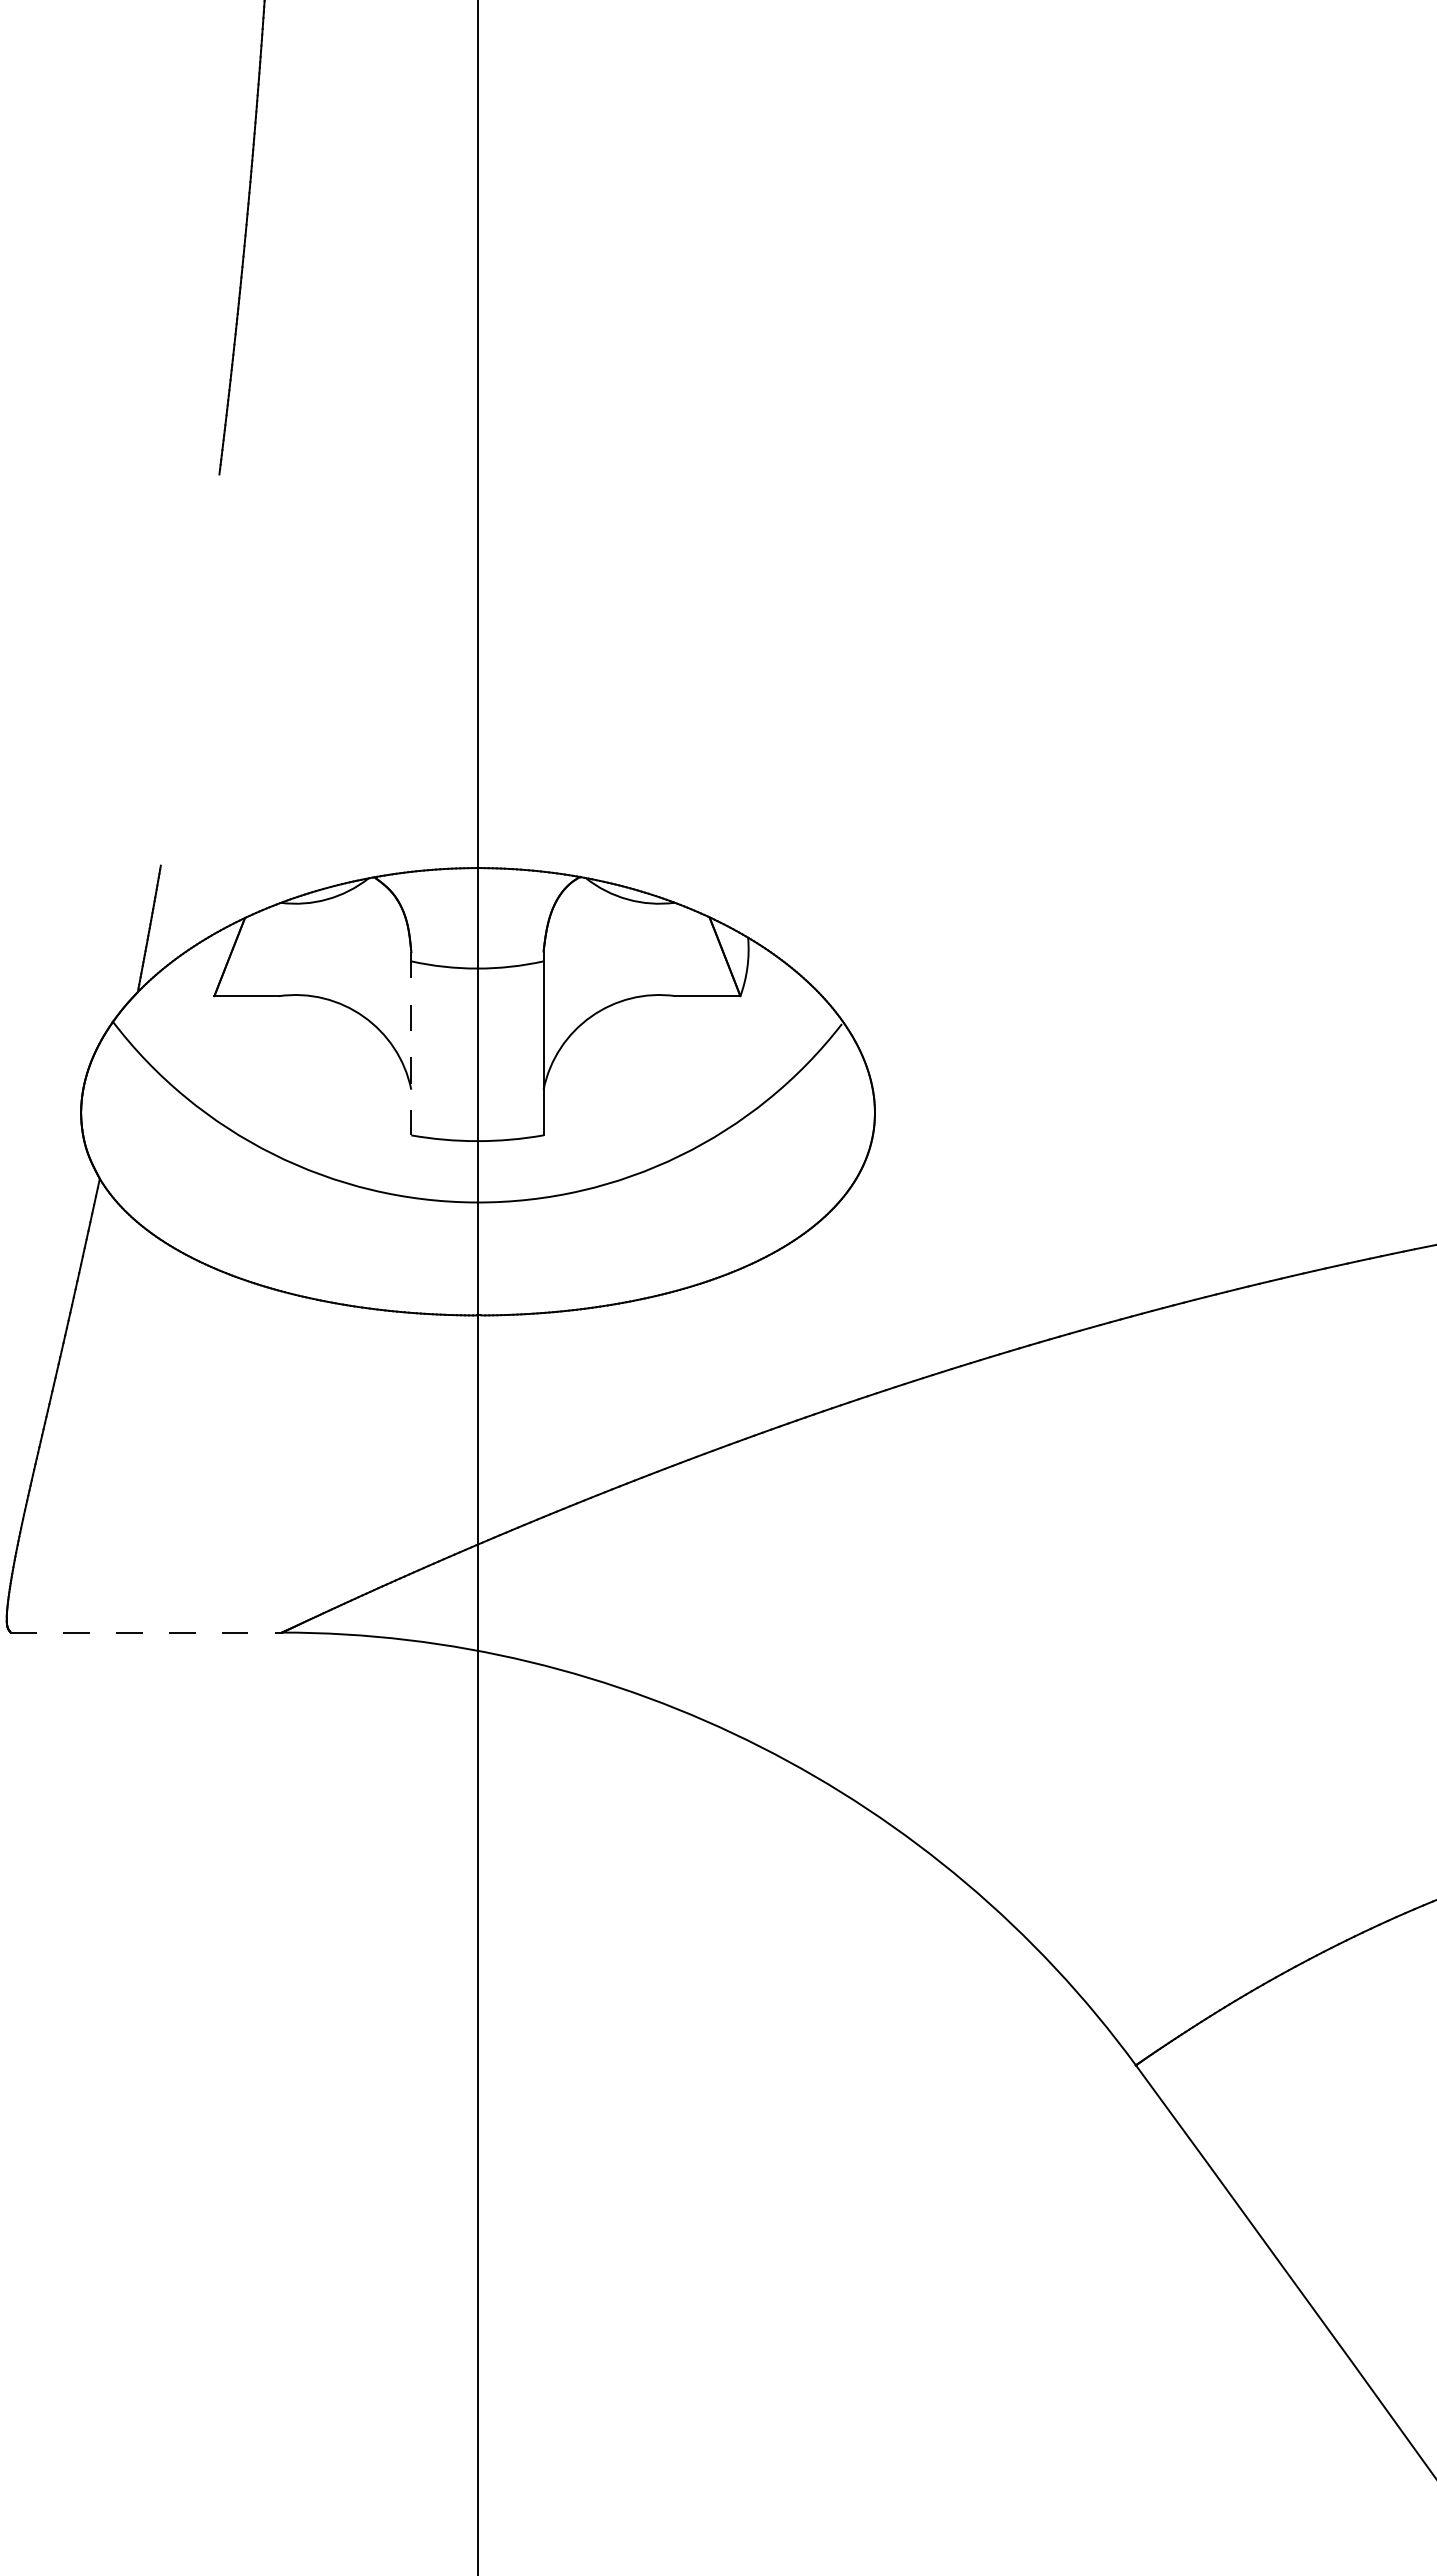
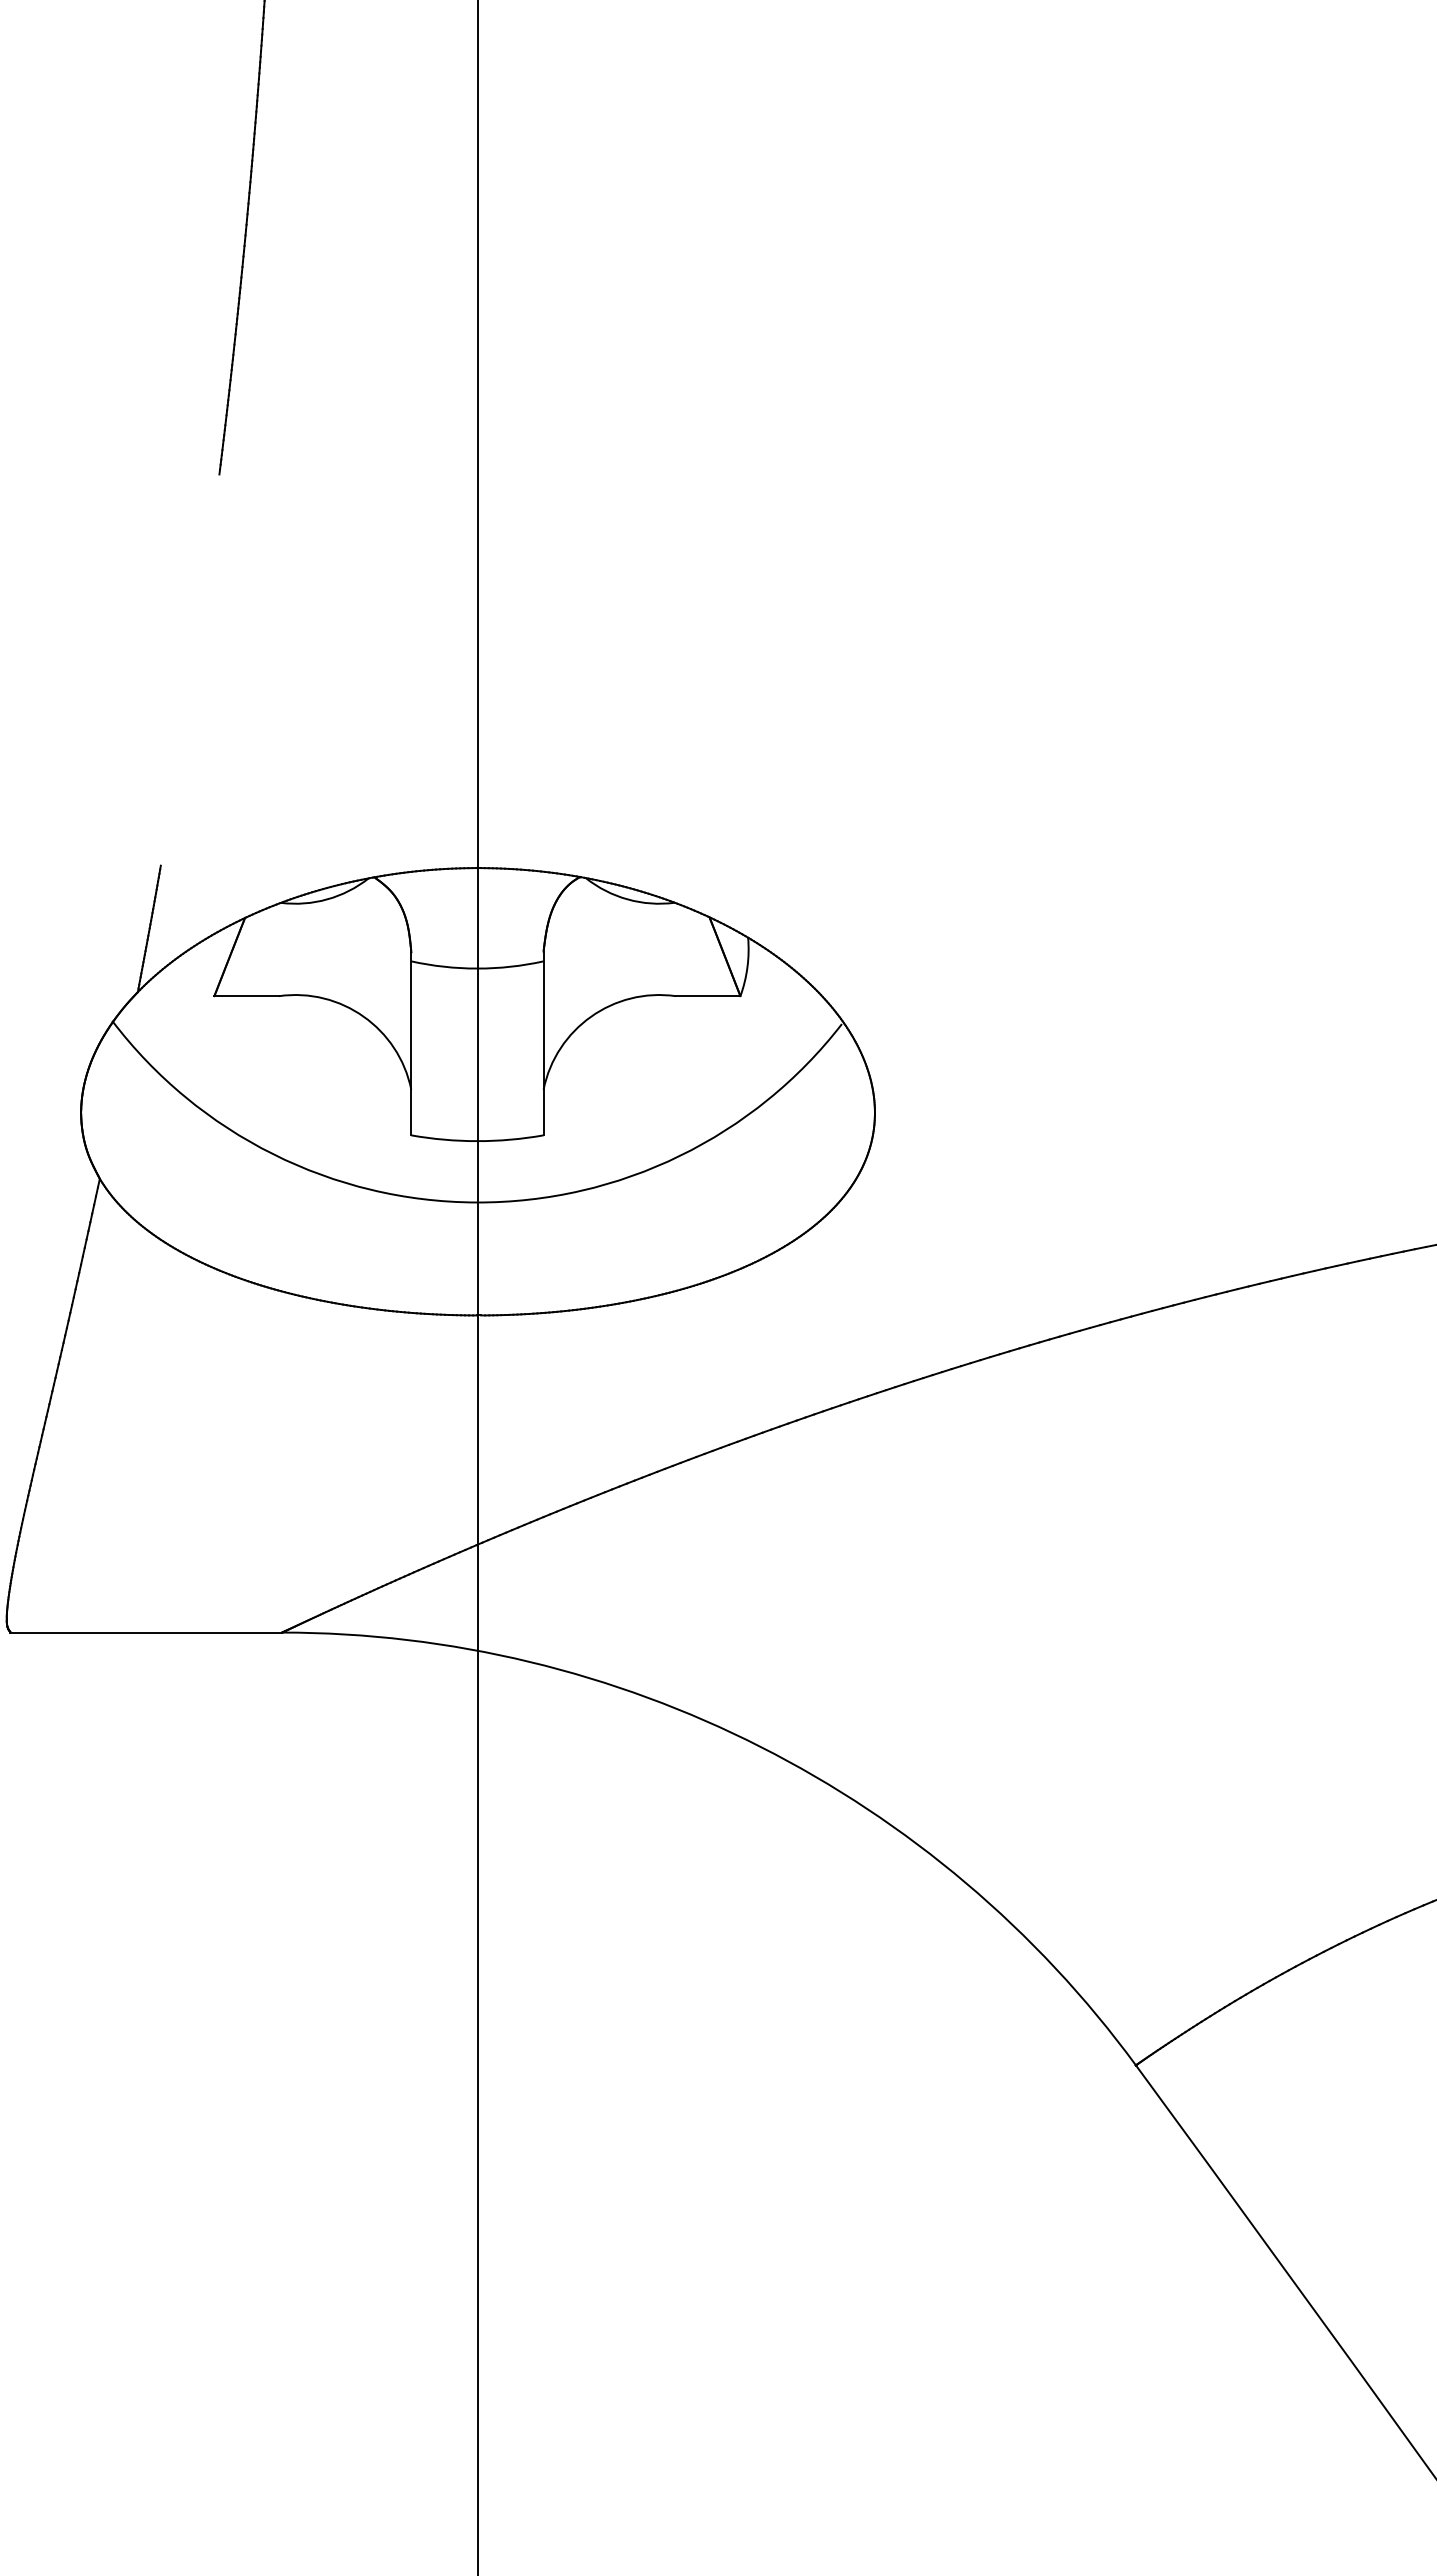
line at (411, 1043): dashed -> solid
line at (146, 1632): dashed -> solid
